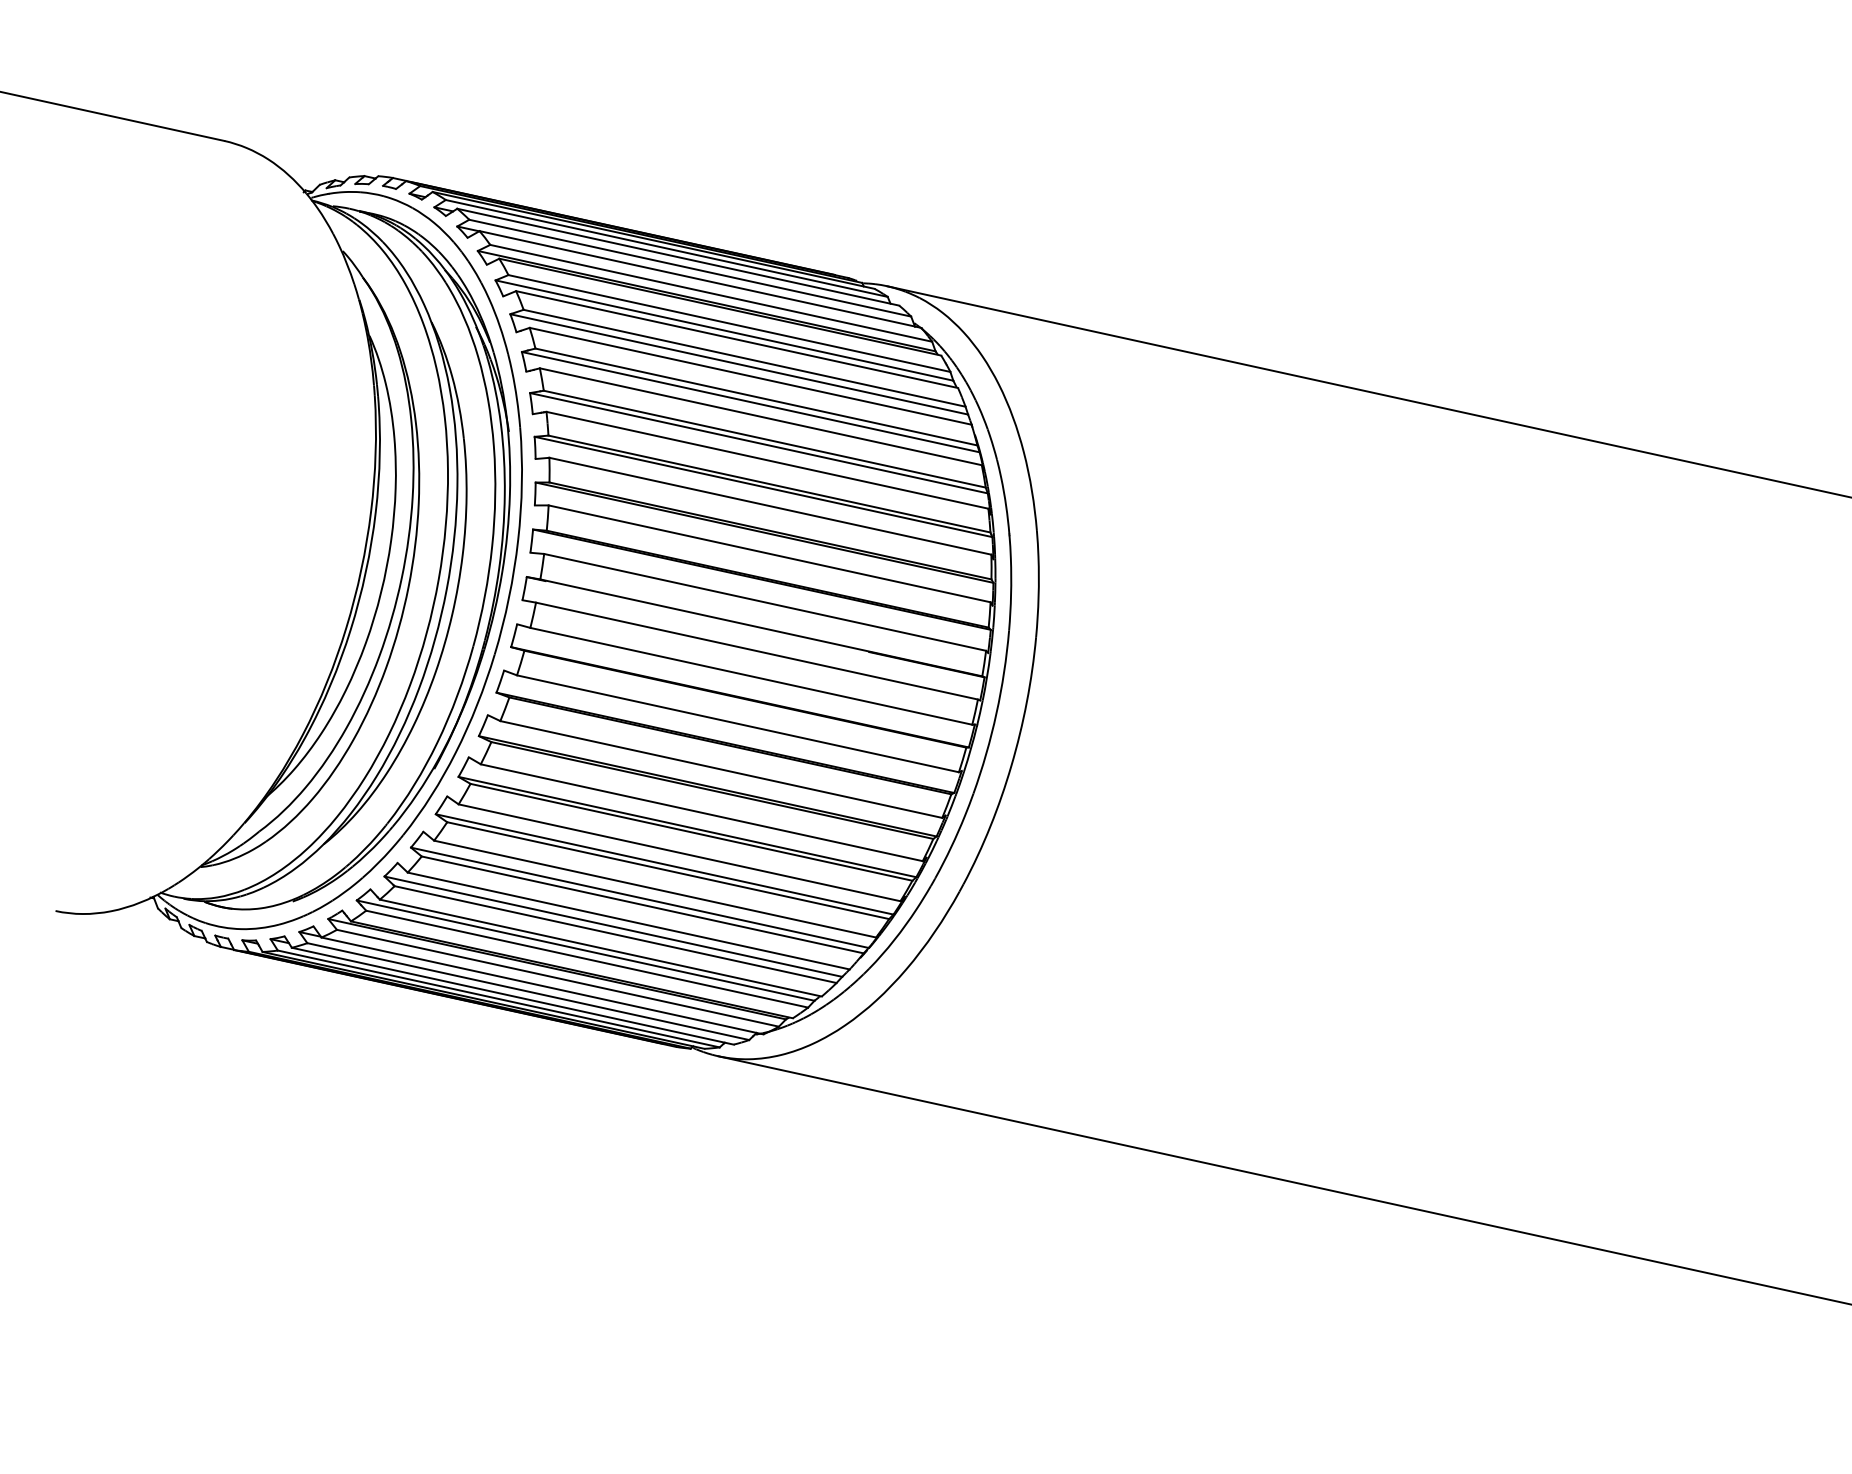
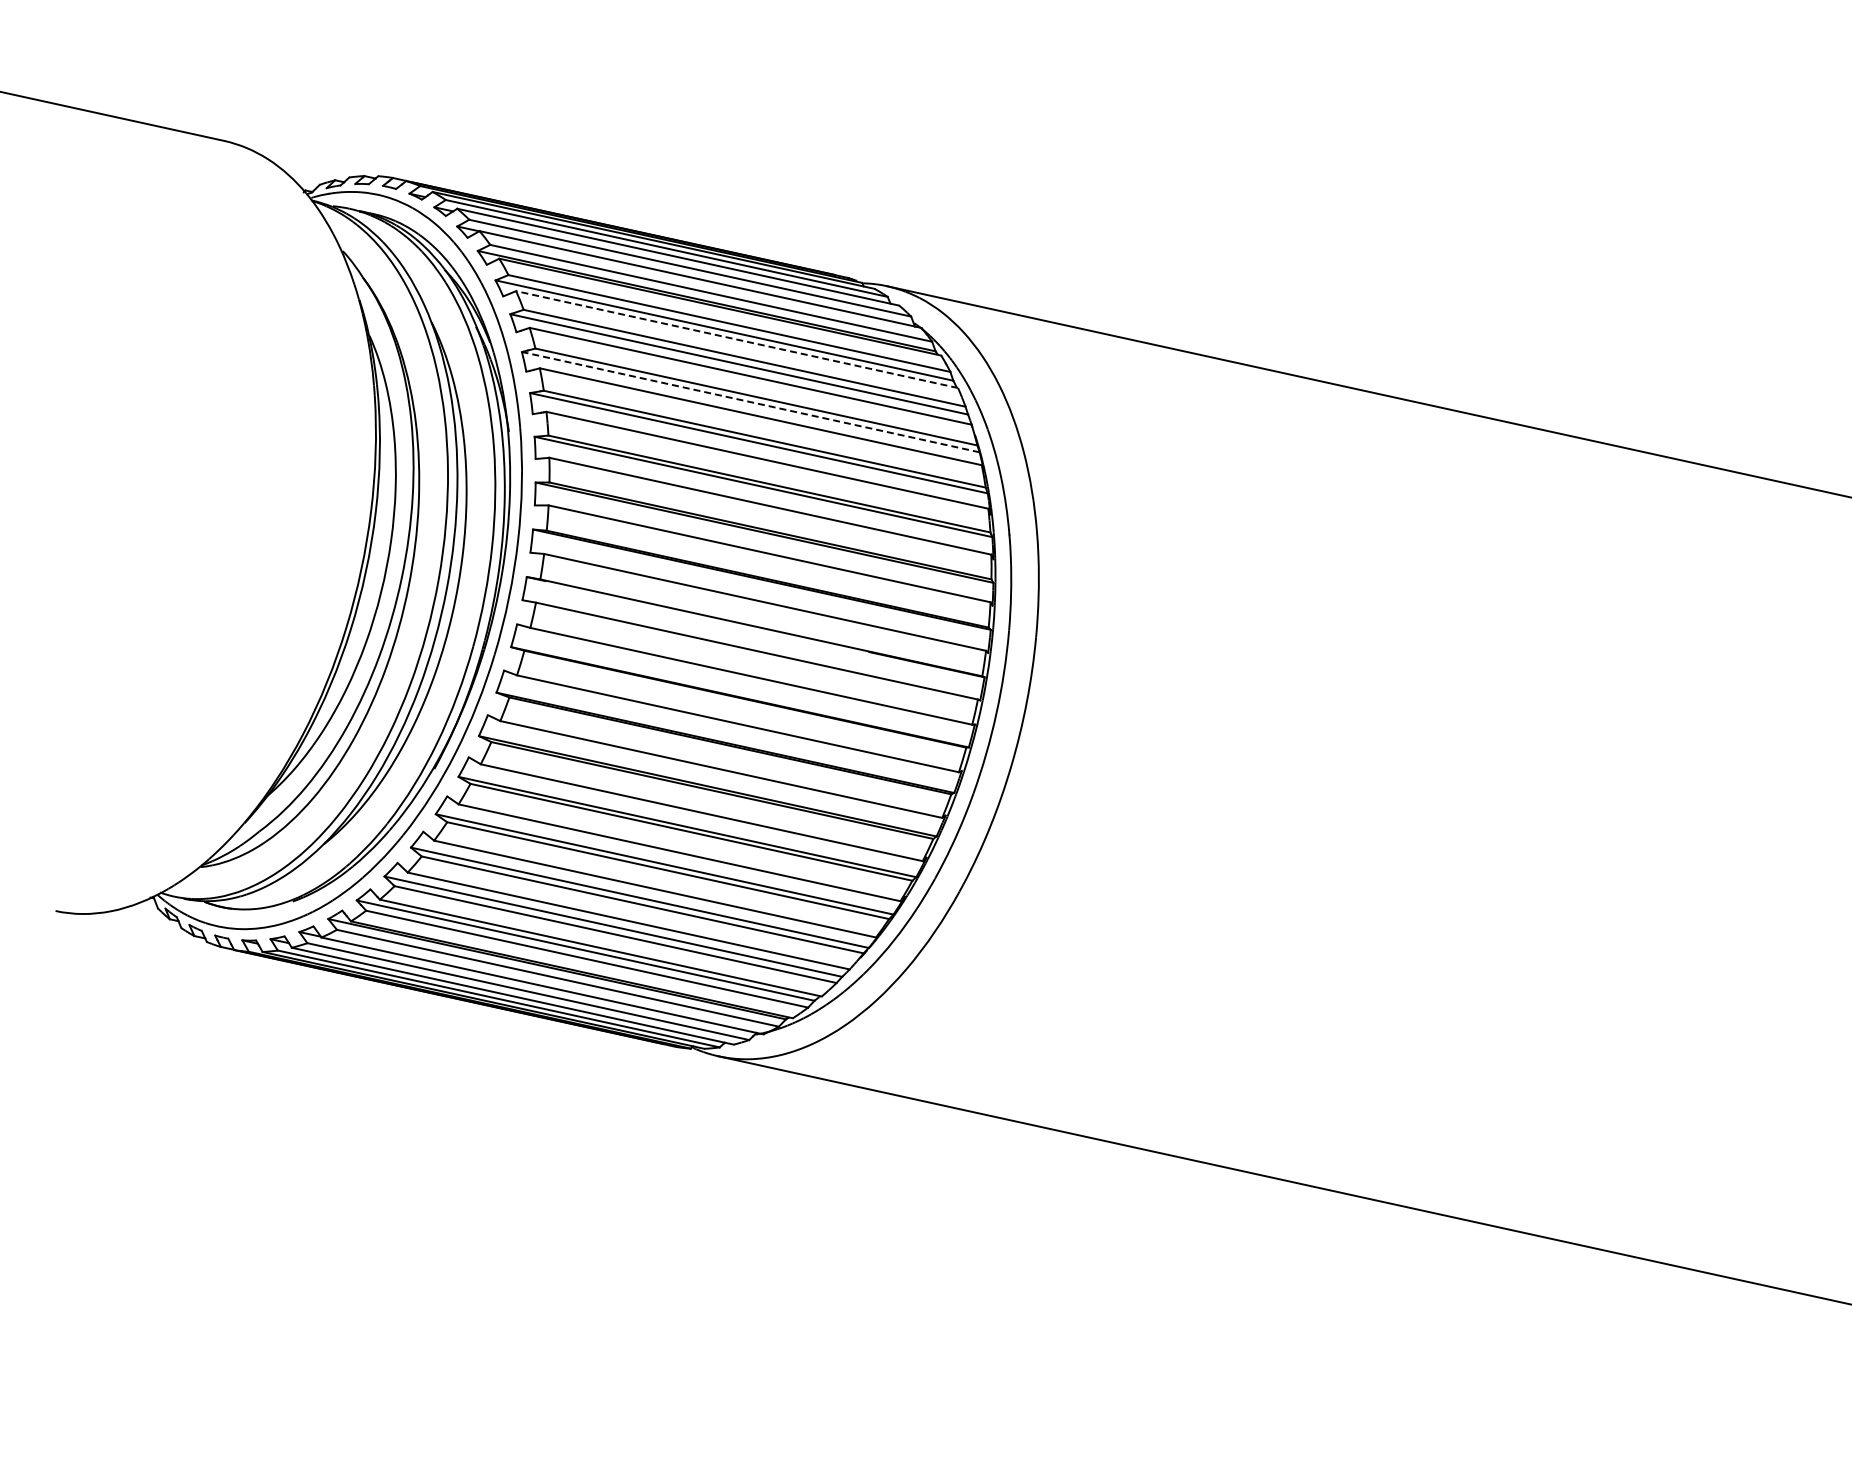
line at (736, 339): solid -> dashed
line at (750, 402): solid -> dashed
